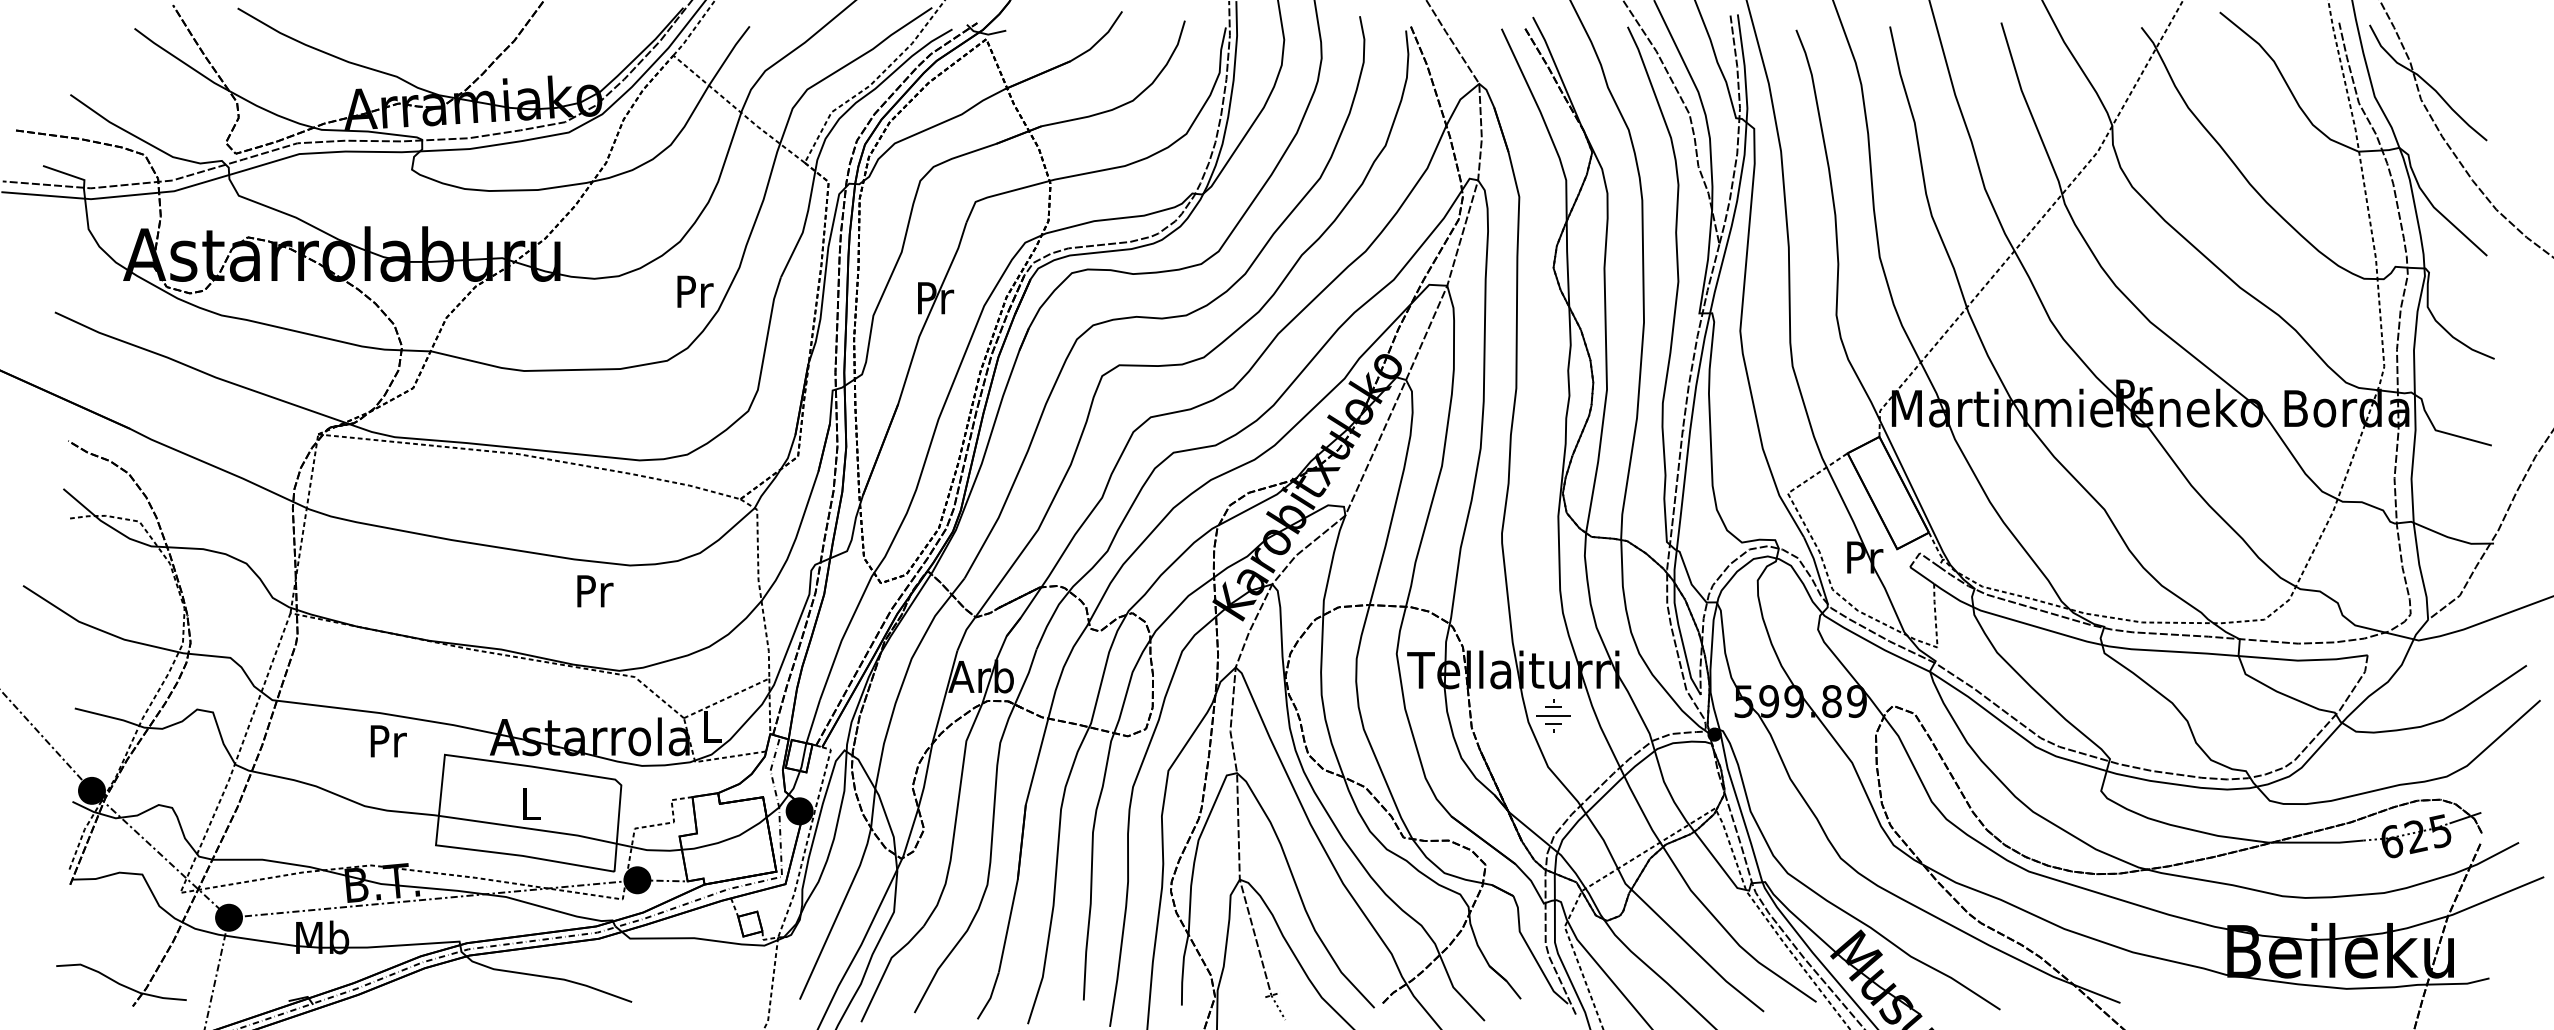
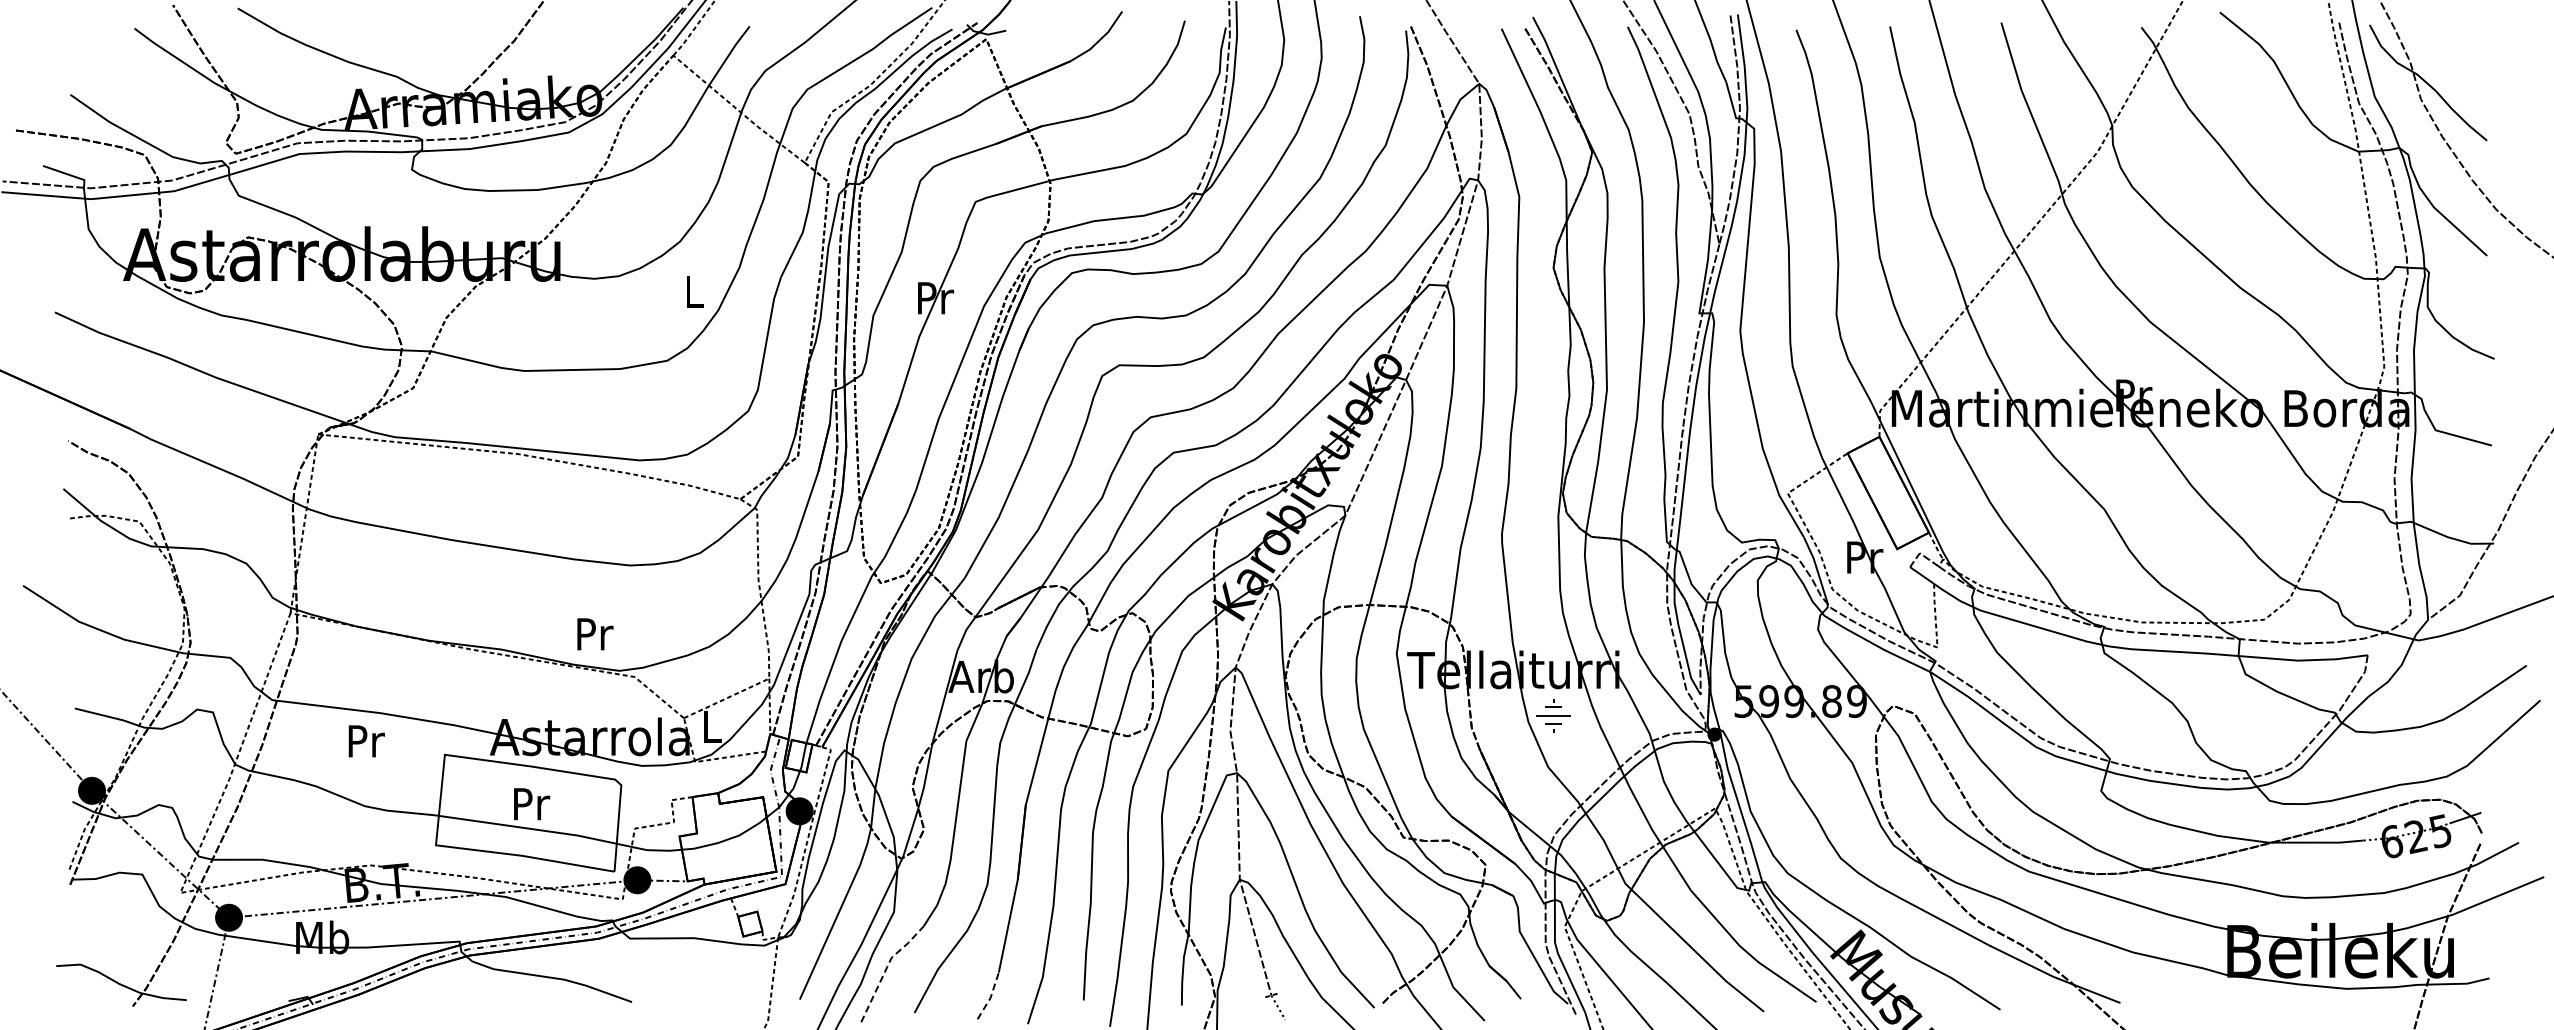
text at (695, 291): Pr -> L
text at (595, 591) position: (595, 591) -> (595, 634)
text at (388, 741) position: (388, 741) -> (366, 741)
text at (532, 804): L -> Pr
line at (886, 968): solid -> dashed
line at (990, 997): solid -> dashed
